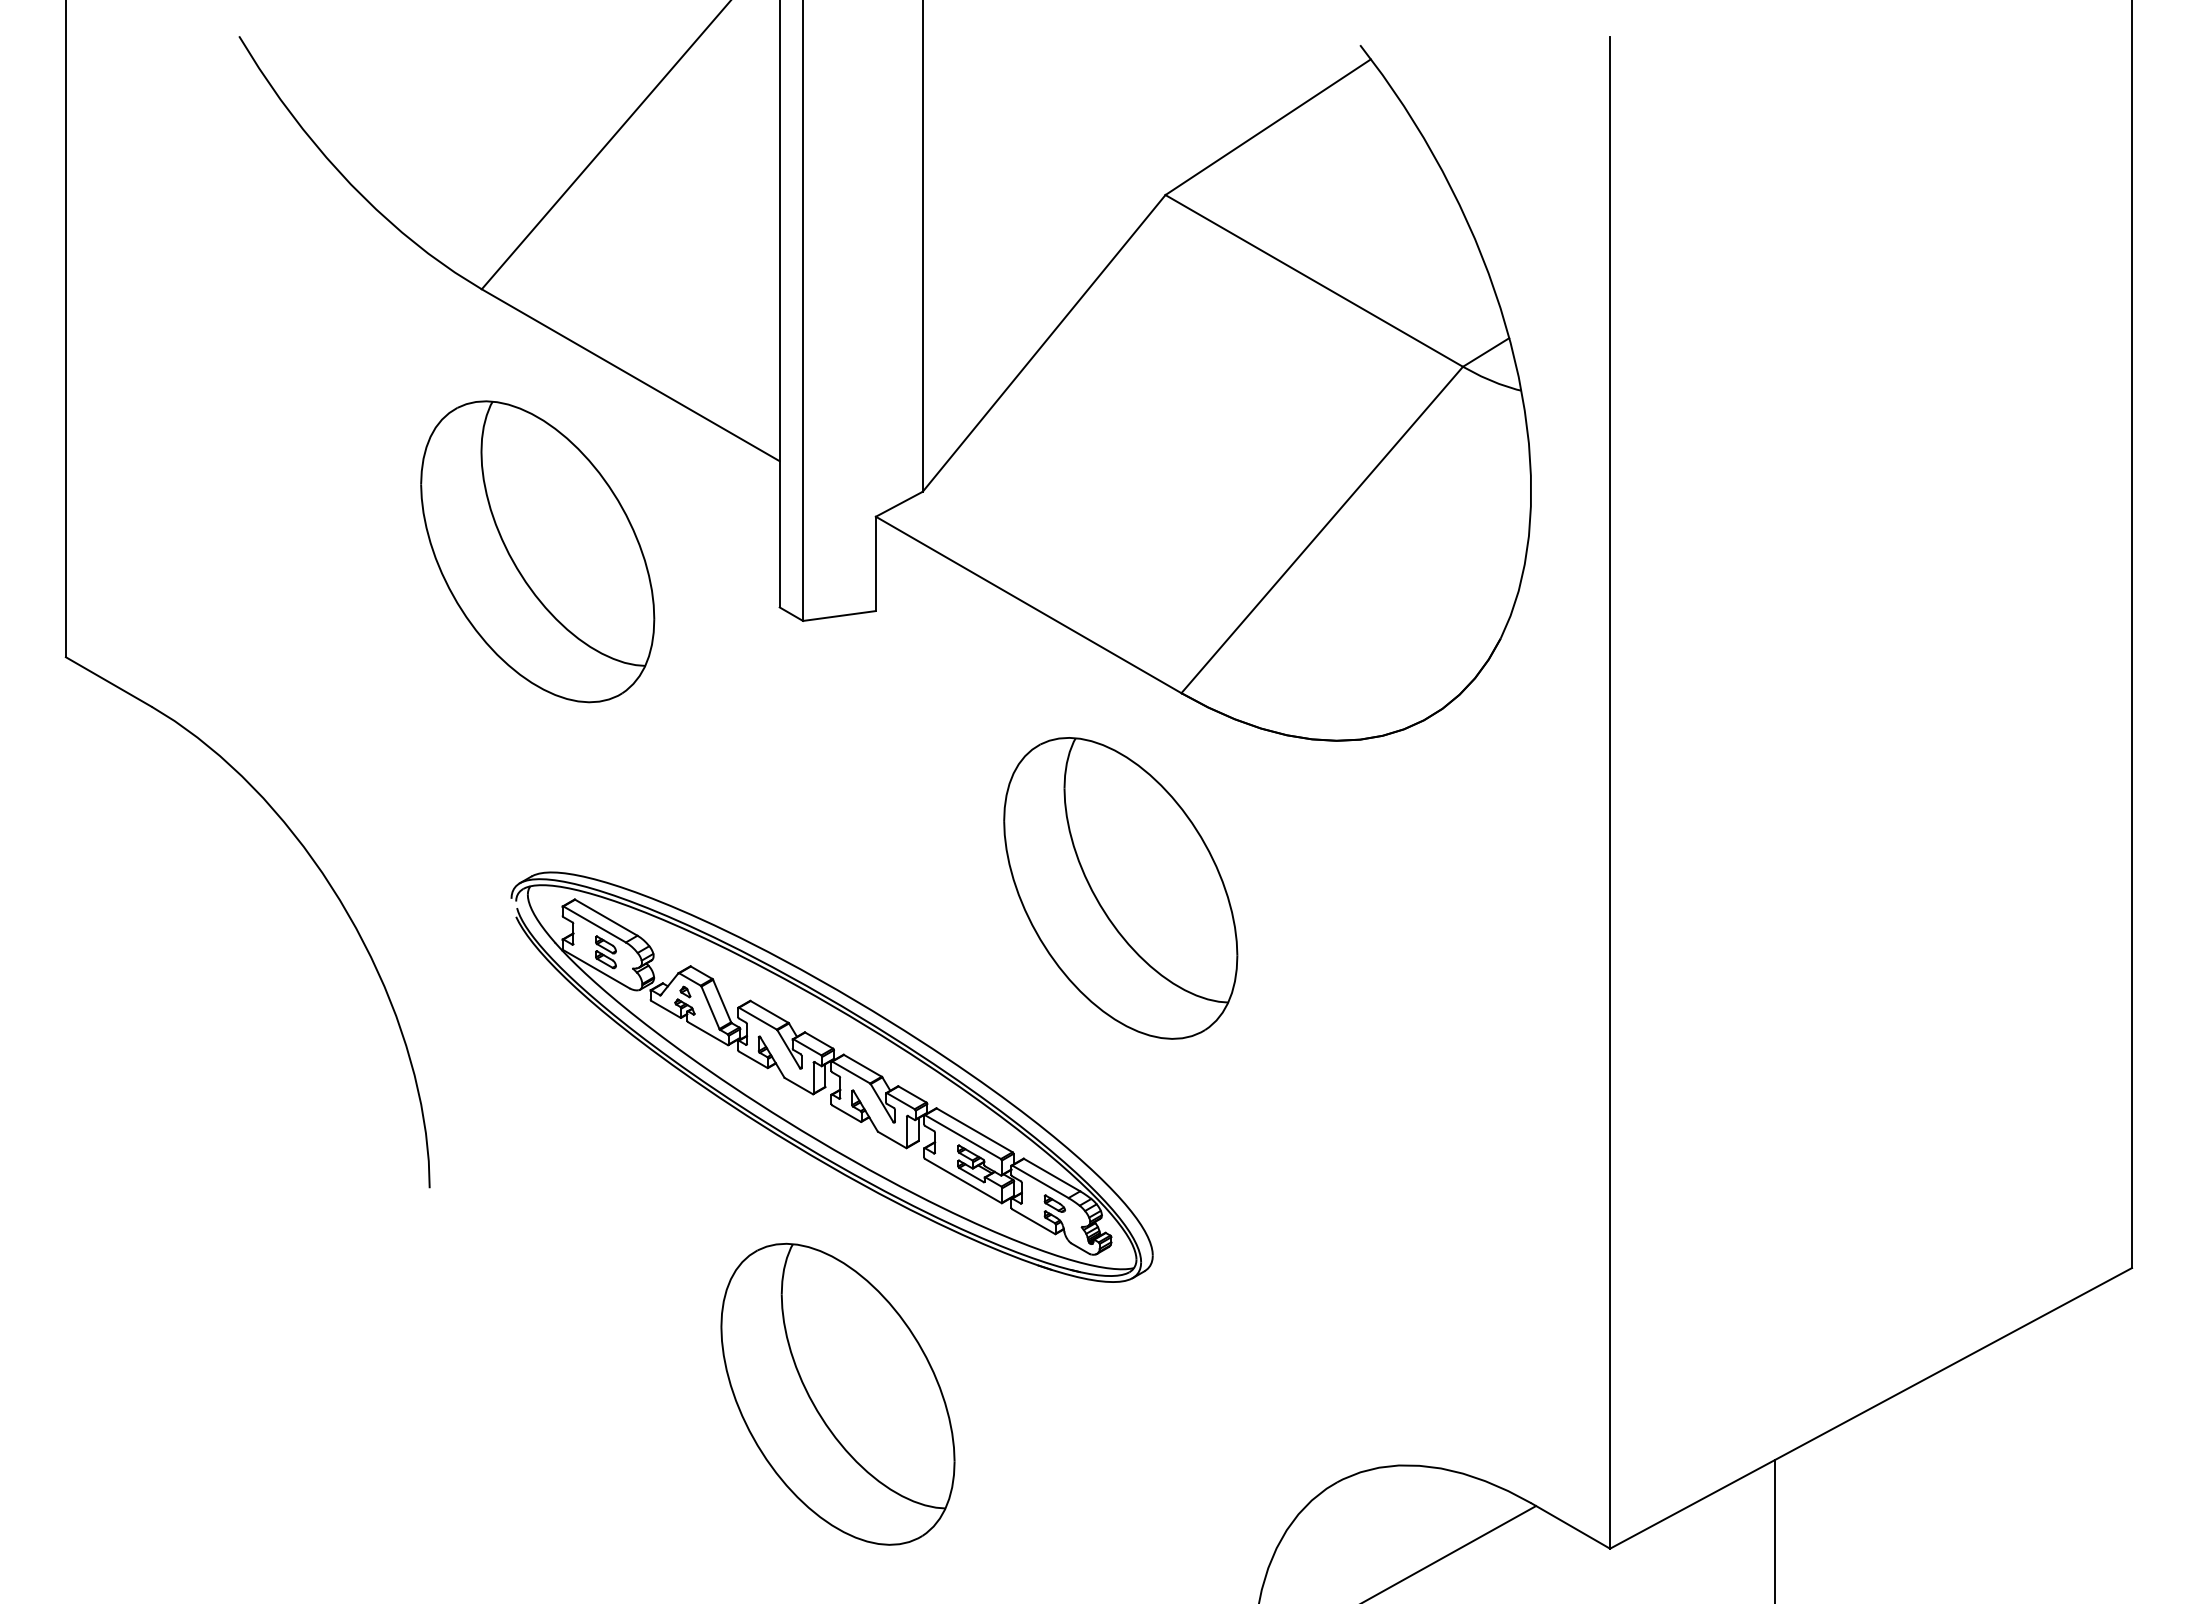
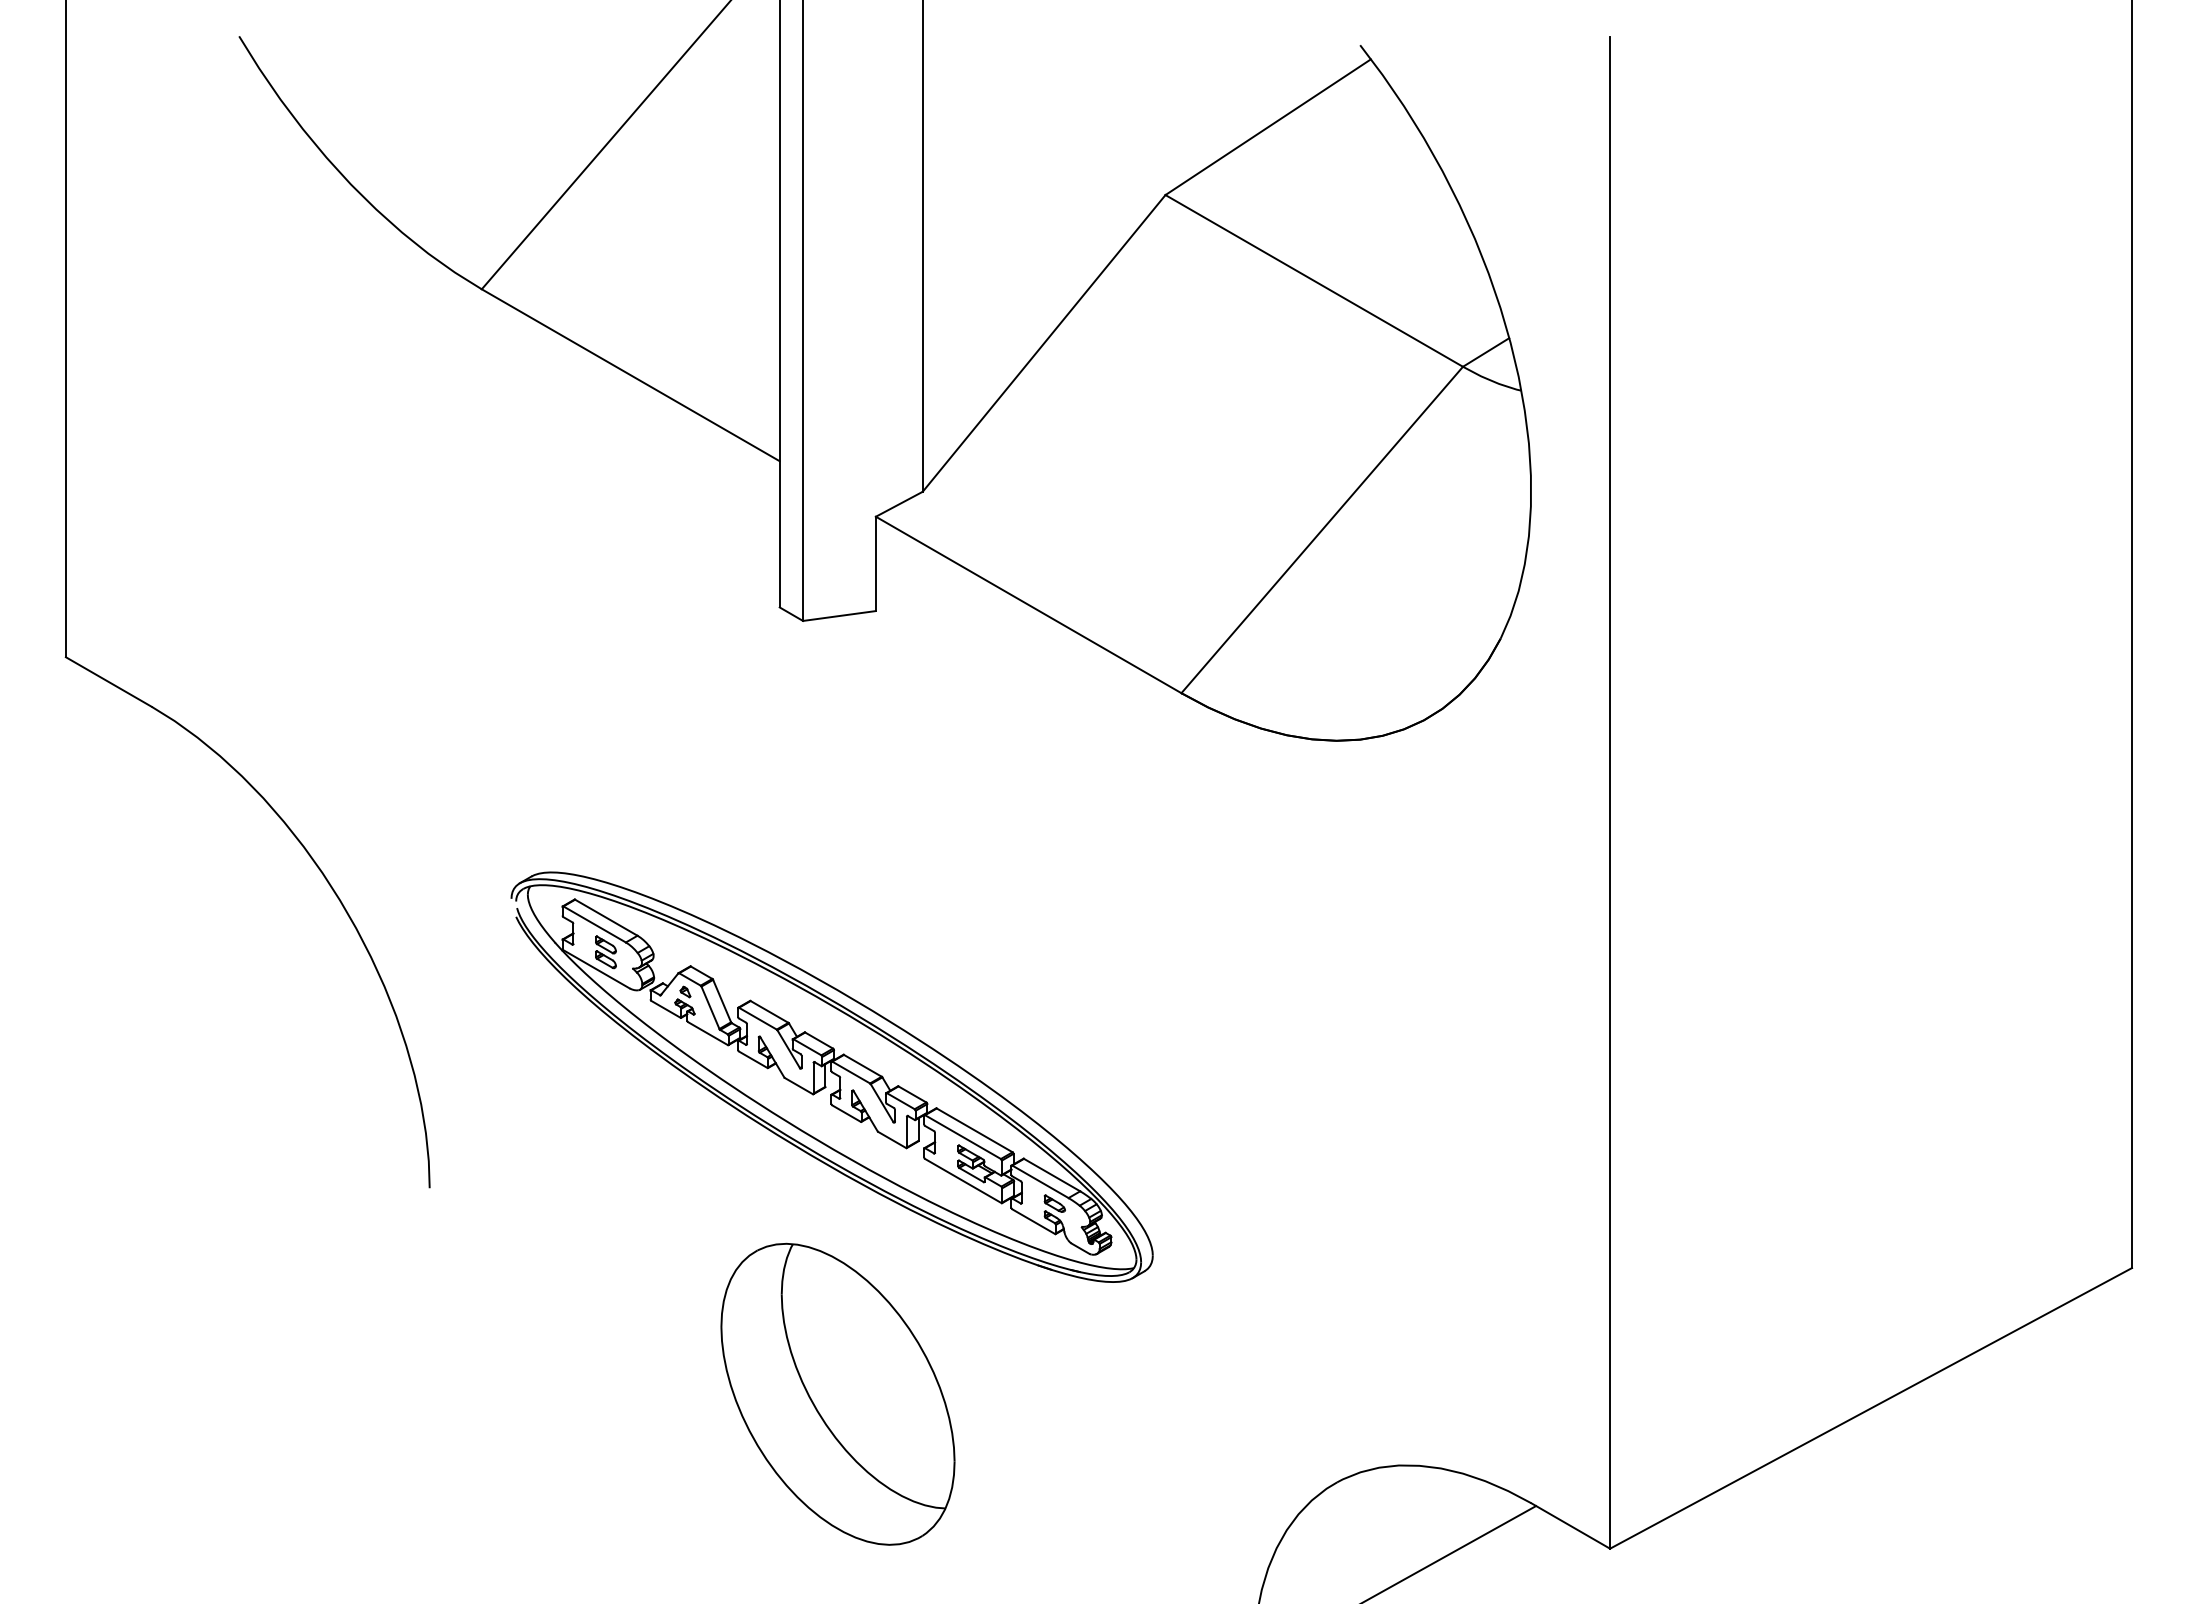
part at (537, 551): present -> none
part at (1120, 888): present -> none
line at (1775, 1529): present -> none
